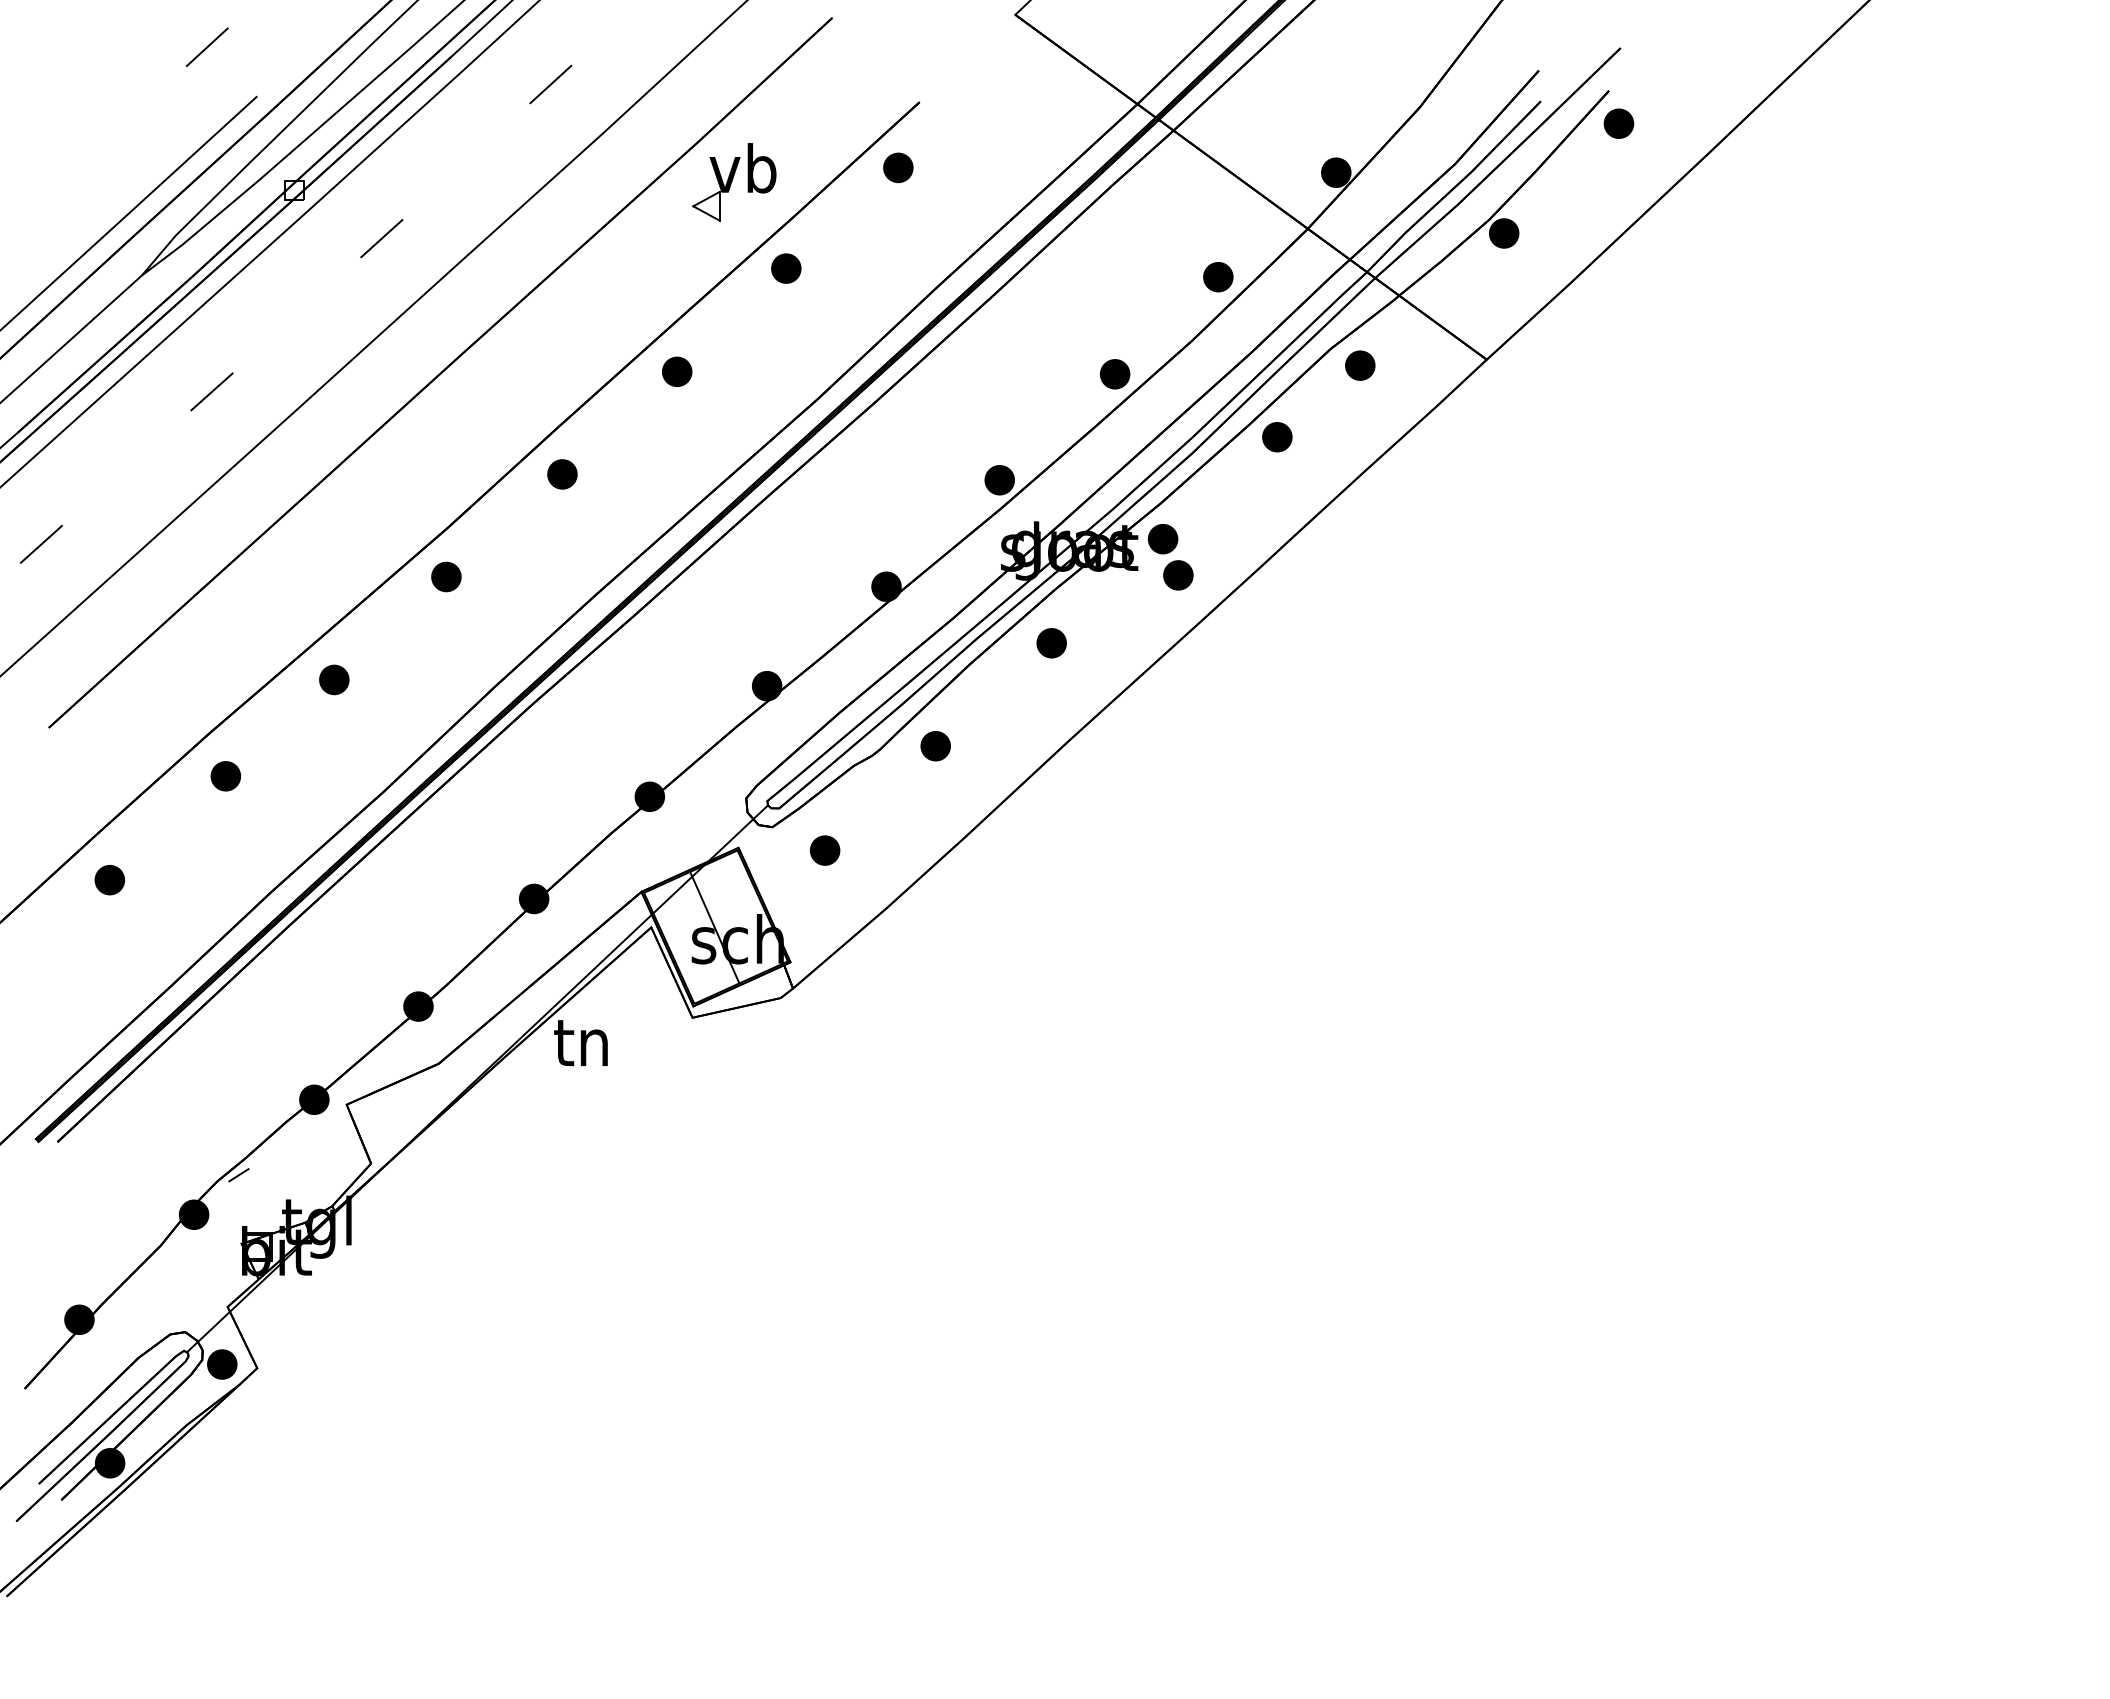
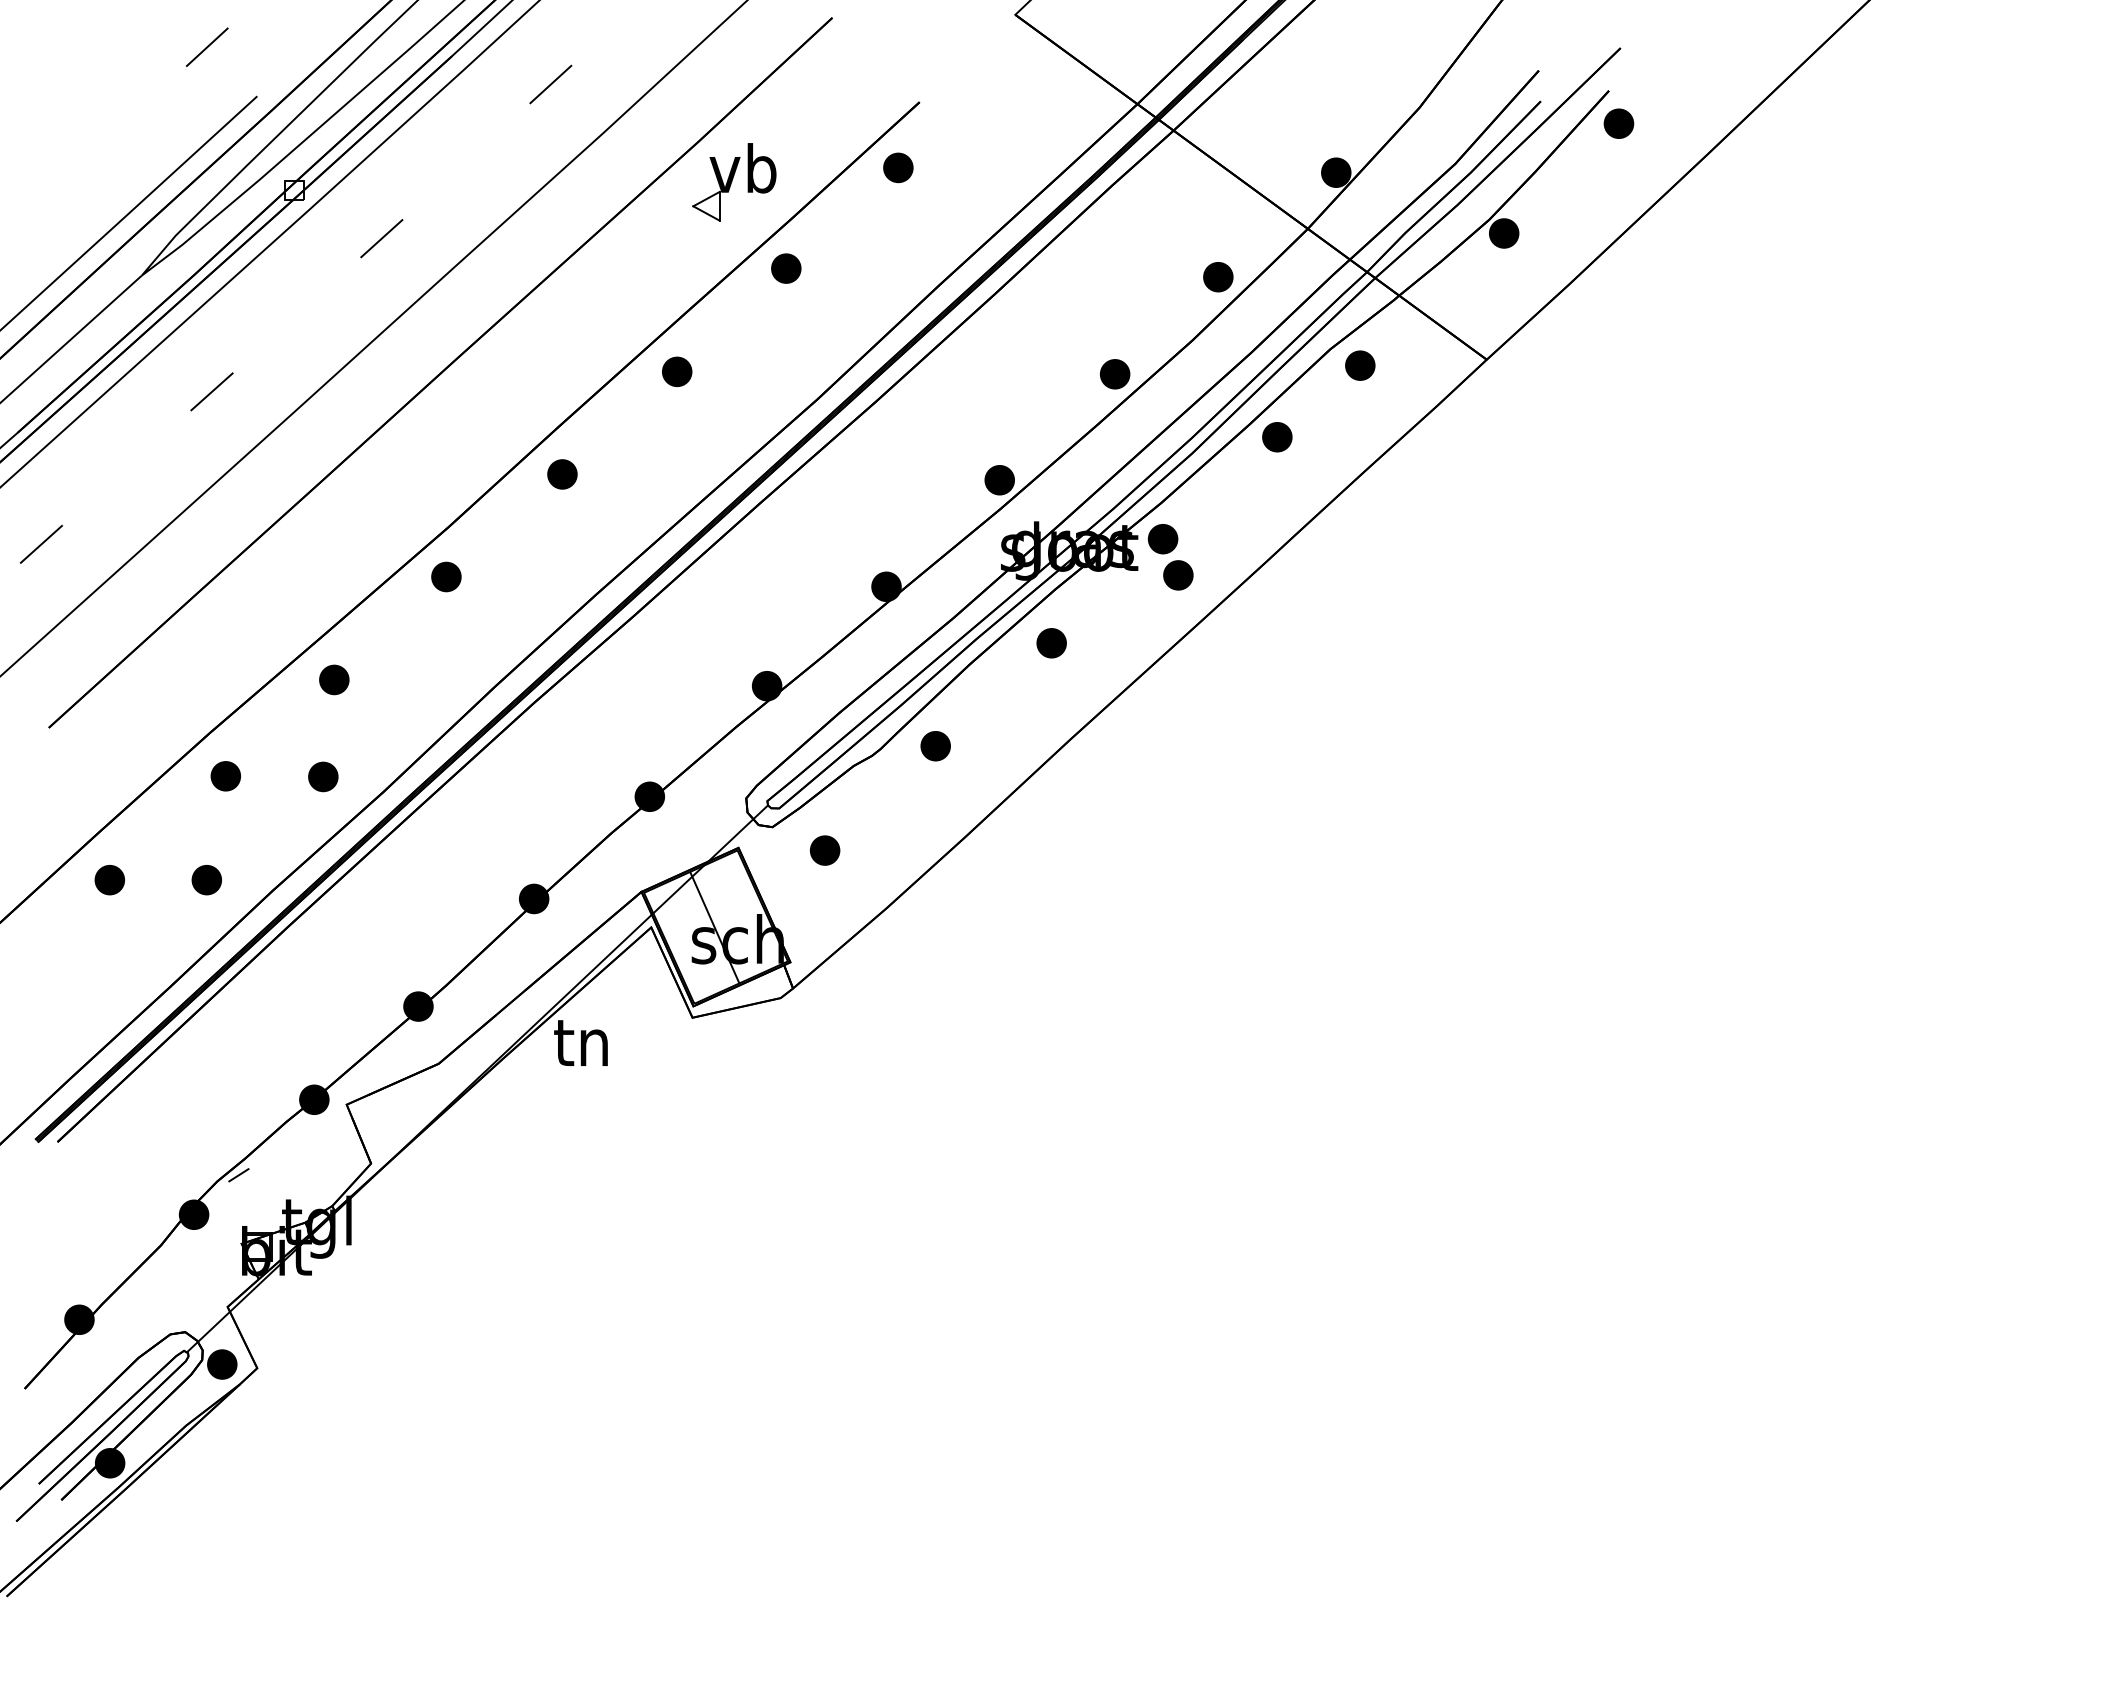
part at (323, 776): none -> present
part at (206, 880): none -> present
